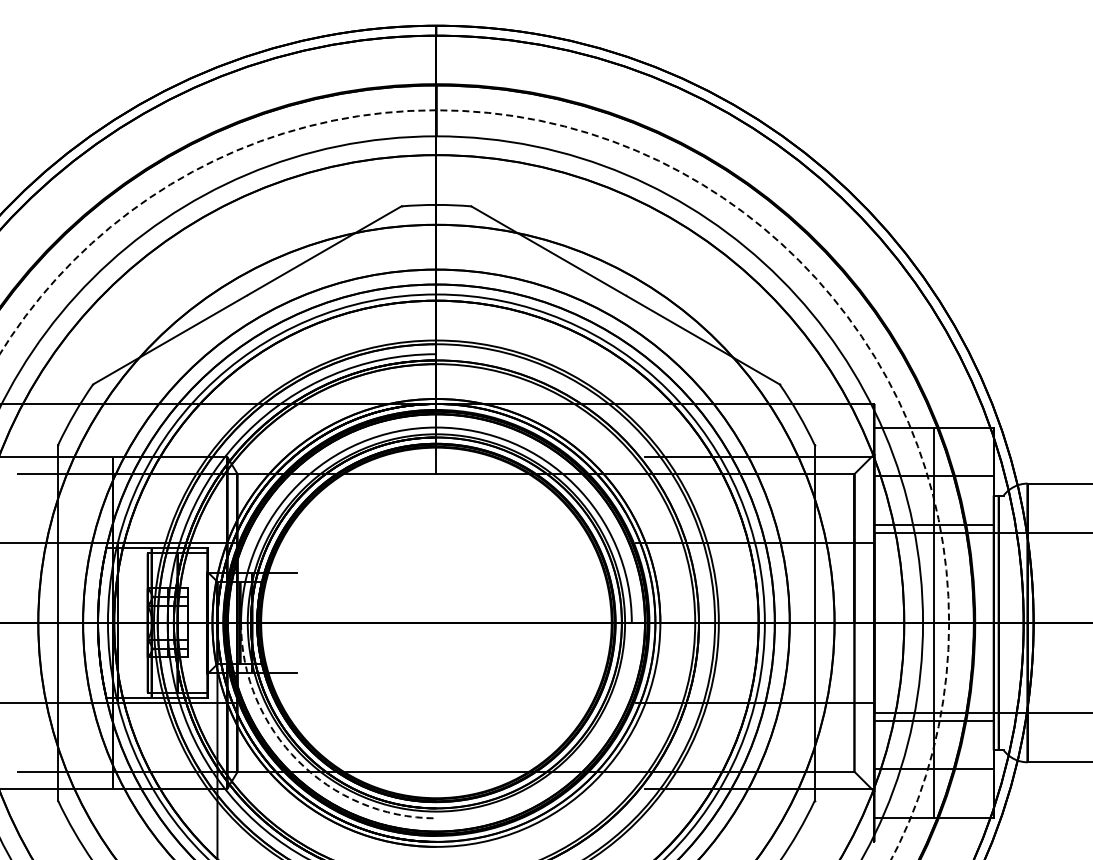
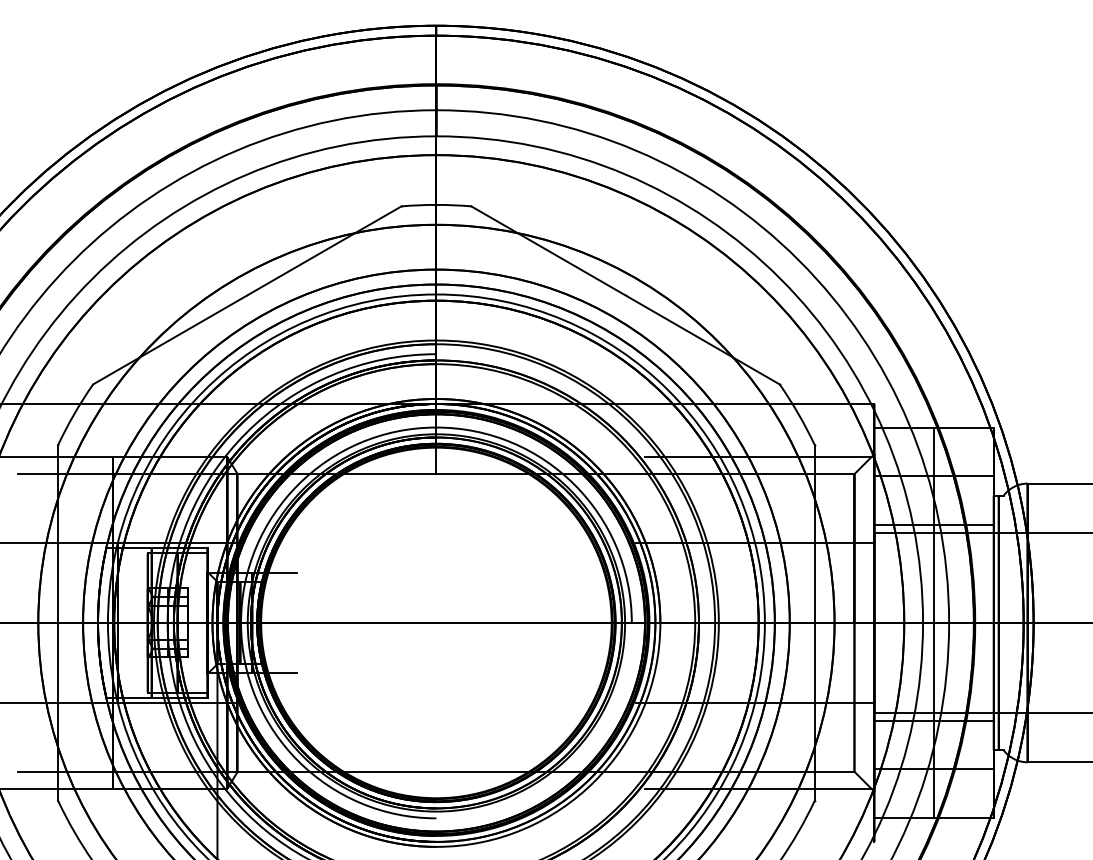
circle at (474, 484): dashed -> solid
arc at (298, 761): dashed -> solid
